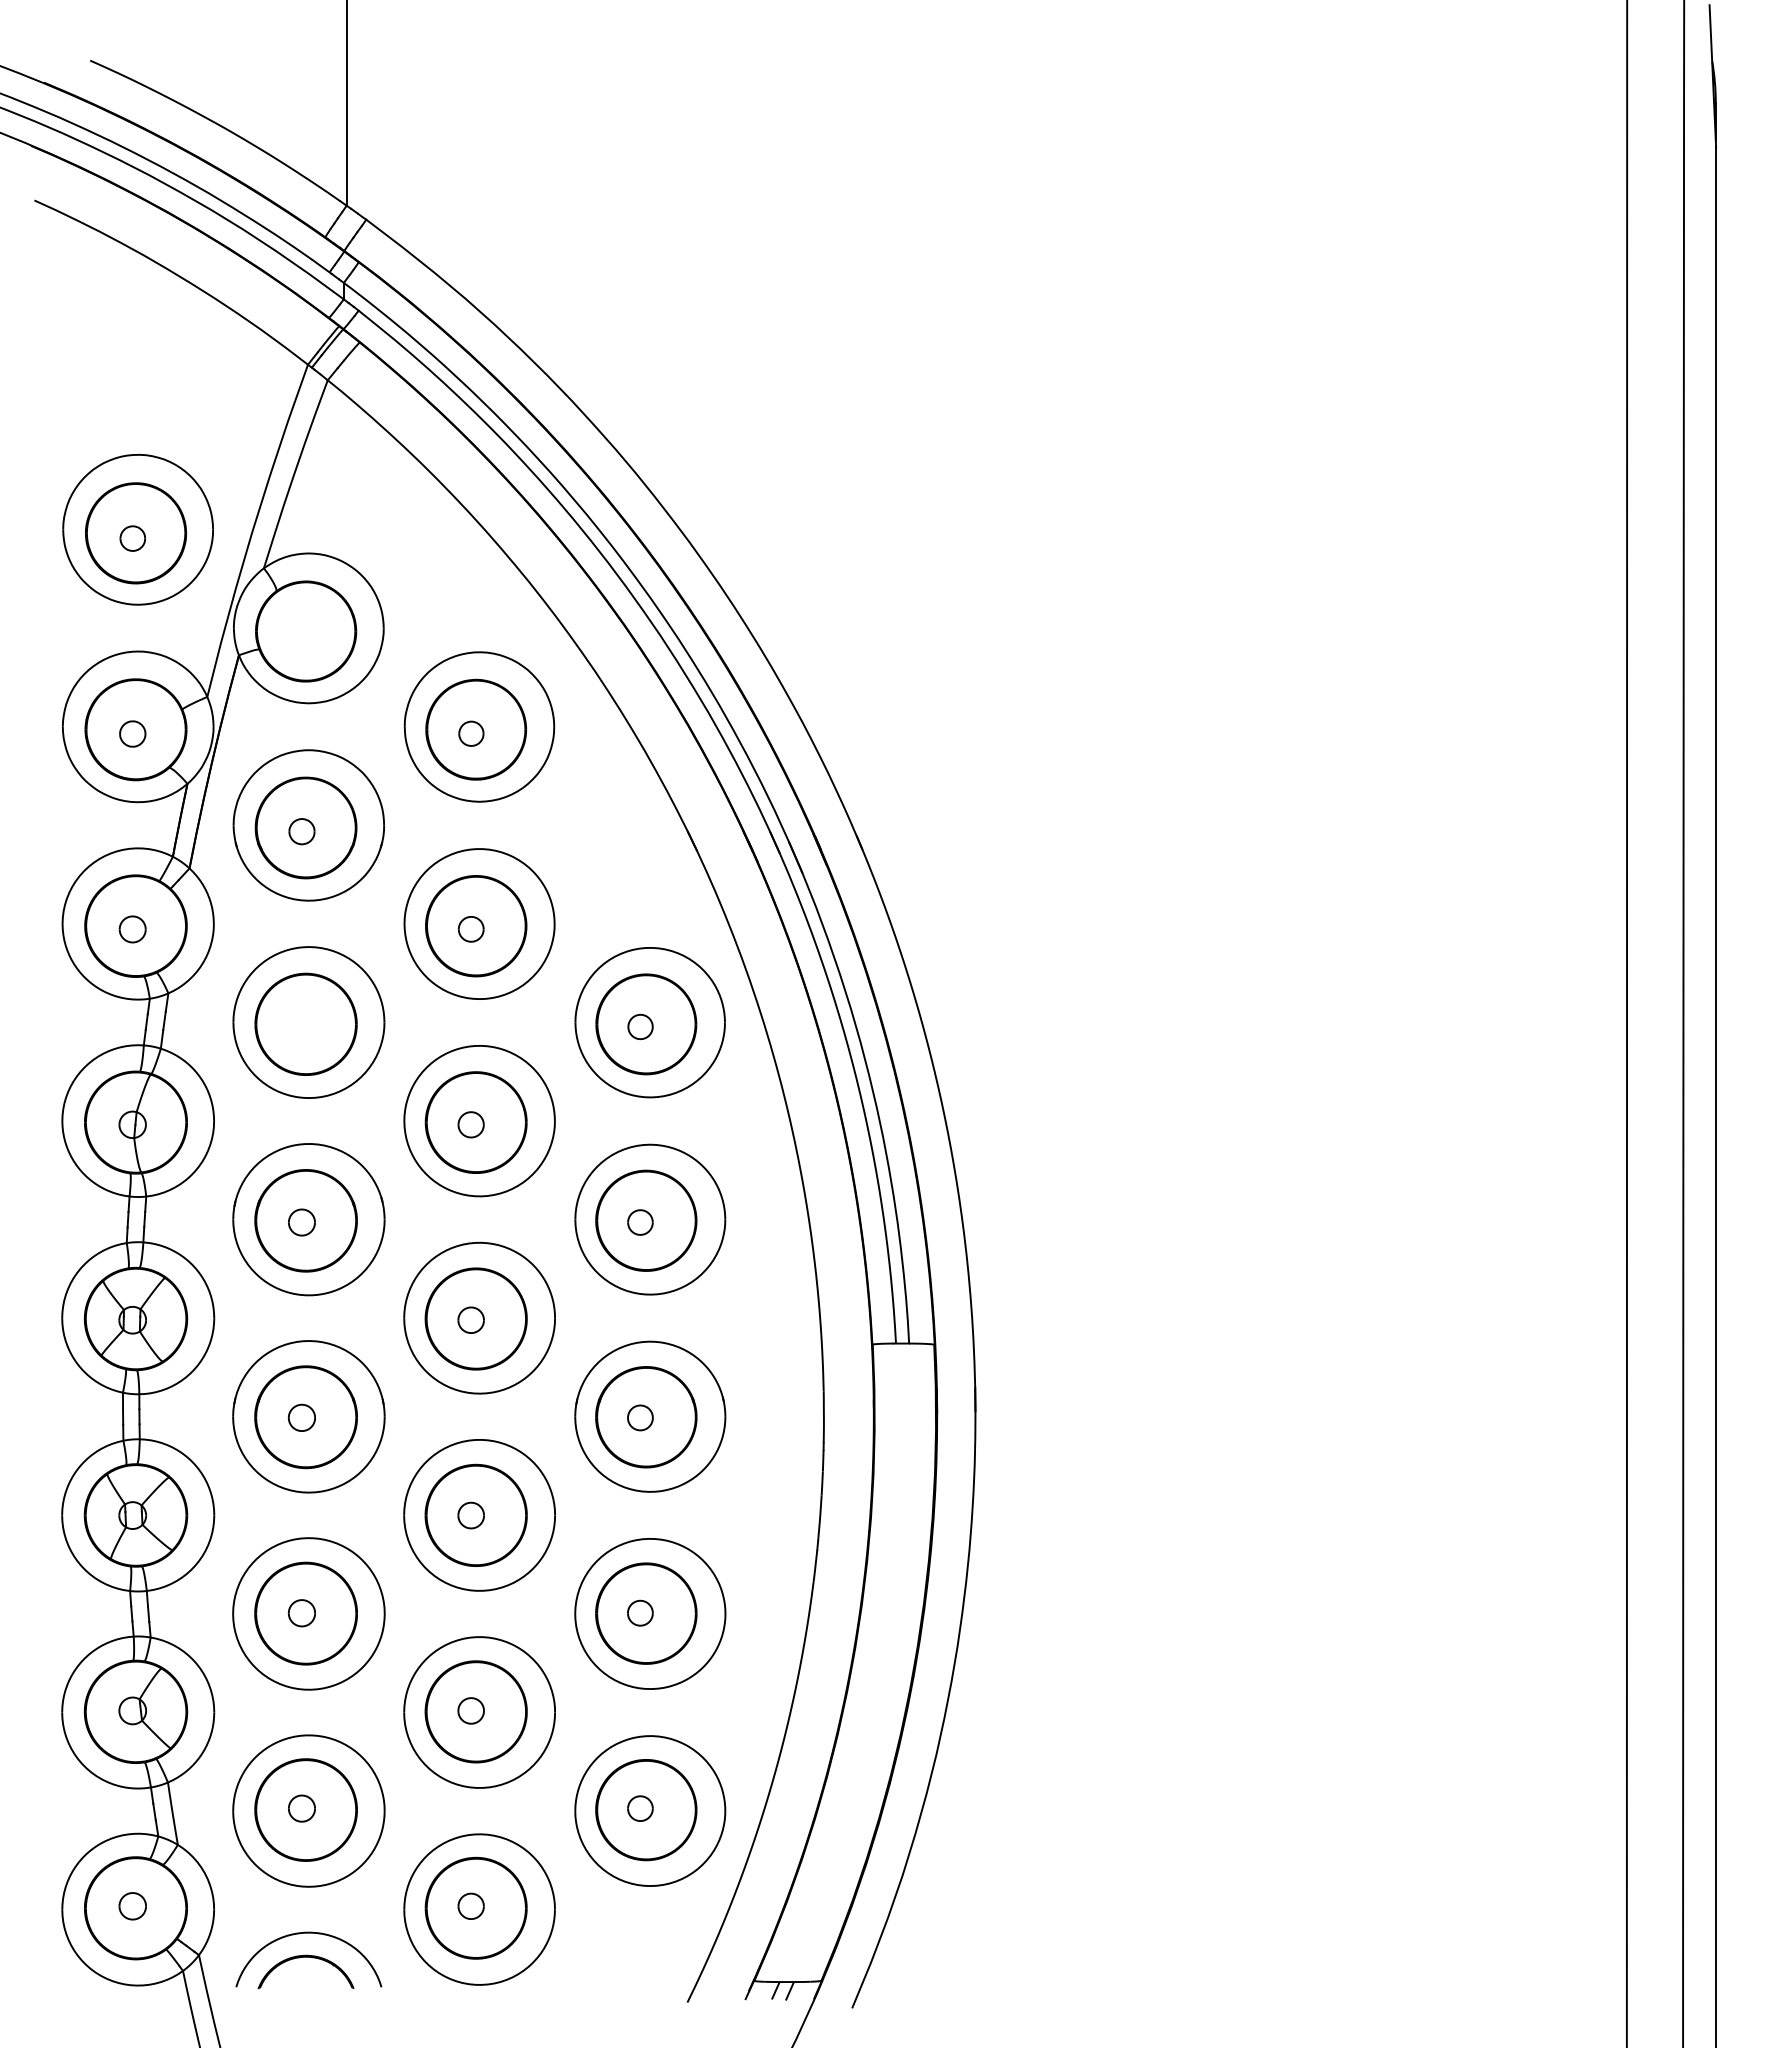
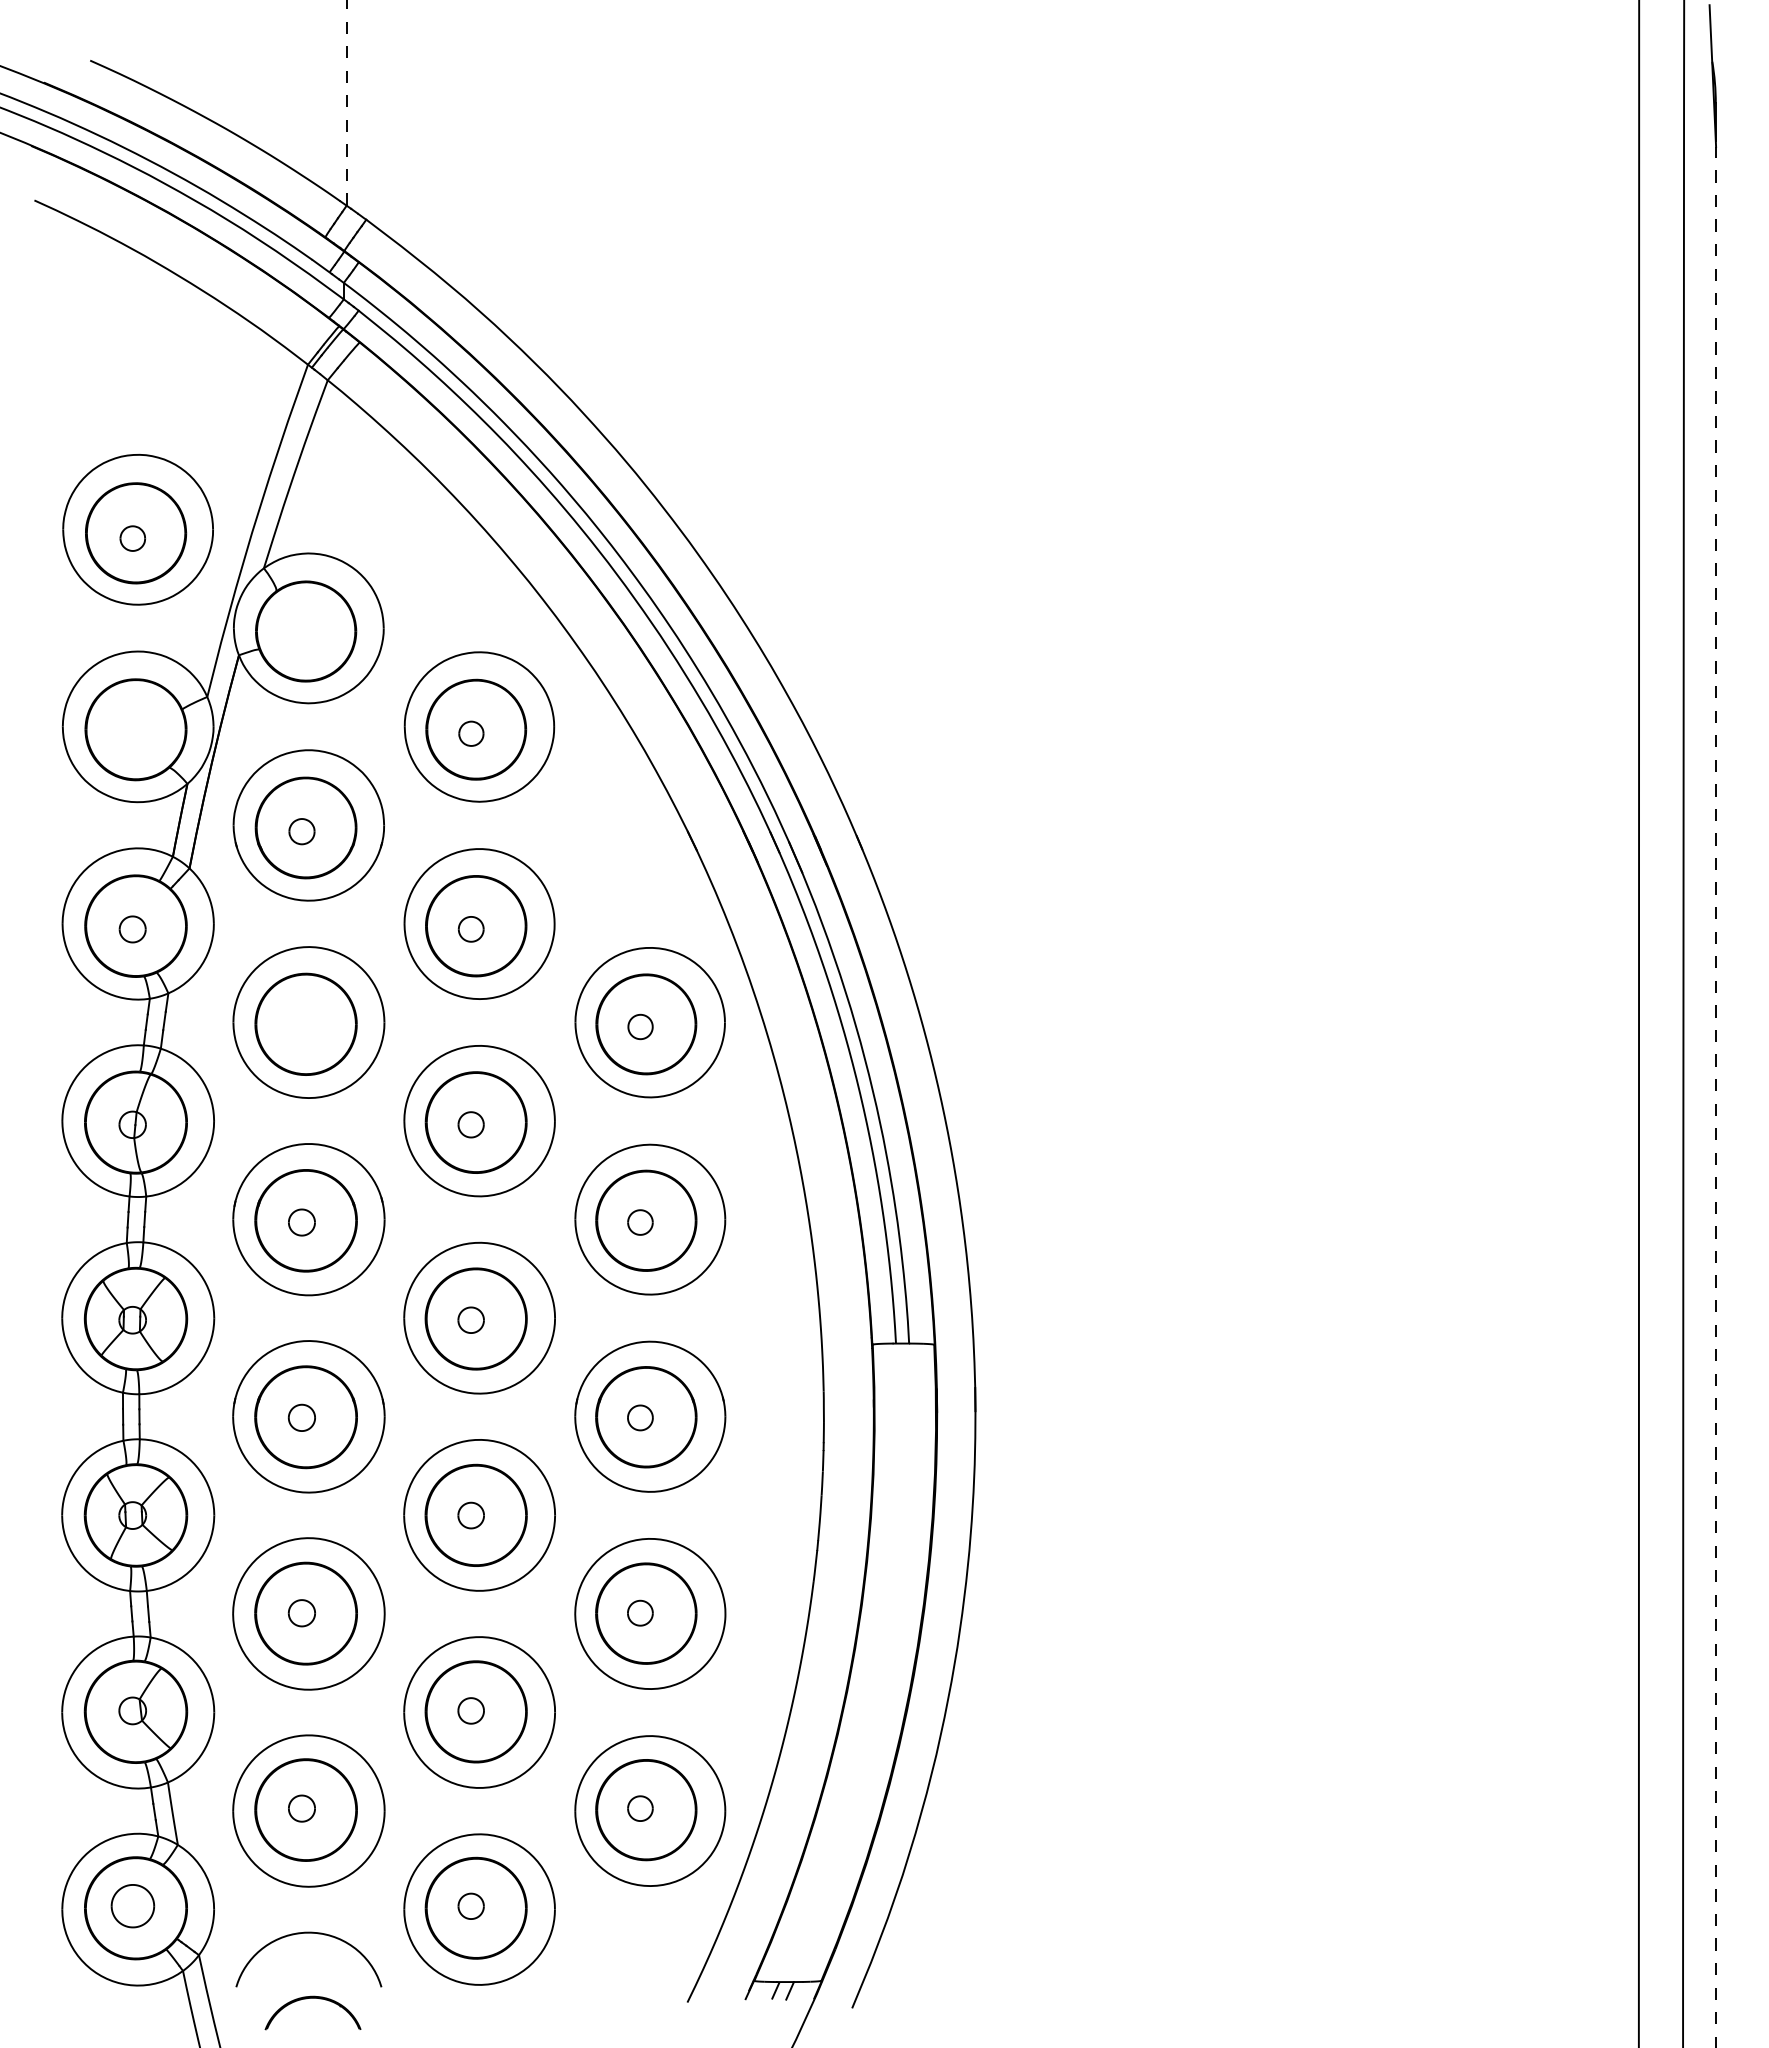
line at (346, 102): solid -> dashed
part at (132, 733): present -> none
line at (1626, 1023) position: (1626, 1023) -> (1638, 1023)
line at (1716, 1096): solid -> dashed
part at (132, 1906) size: 29x29 px -> 46x45 px
part at (305, 1957) position: (305, 1957) -> (312, 1998)
